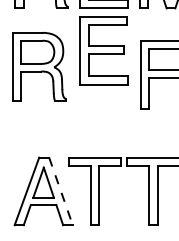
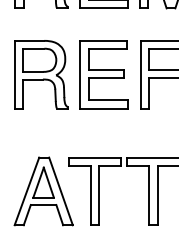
part at (103, 50) position: (103, 50) -> (103, 74)
part at (39, 66) position: (39, 66) -> (41, 74)
line at (61, 191): dashed -> solid
